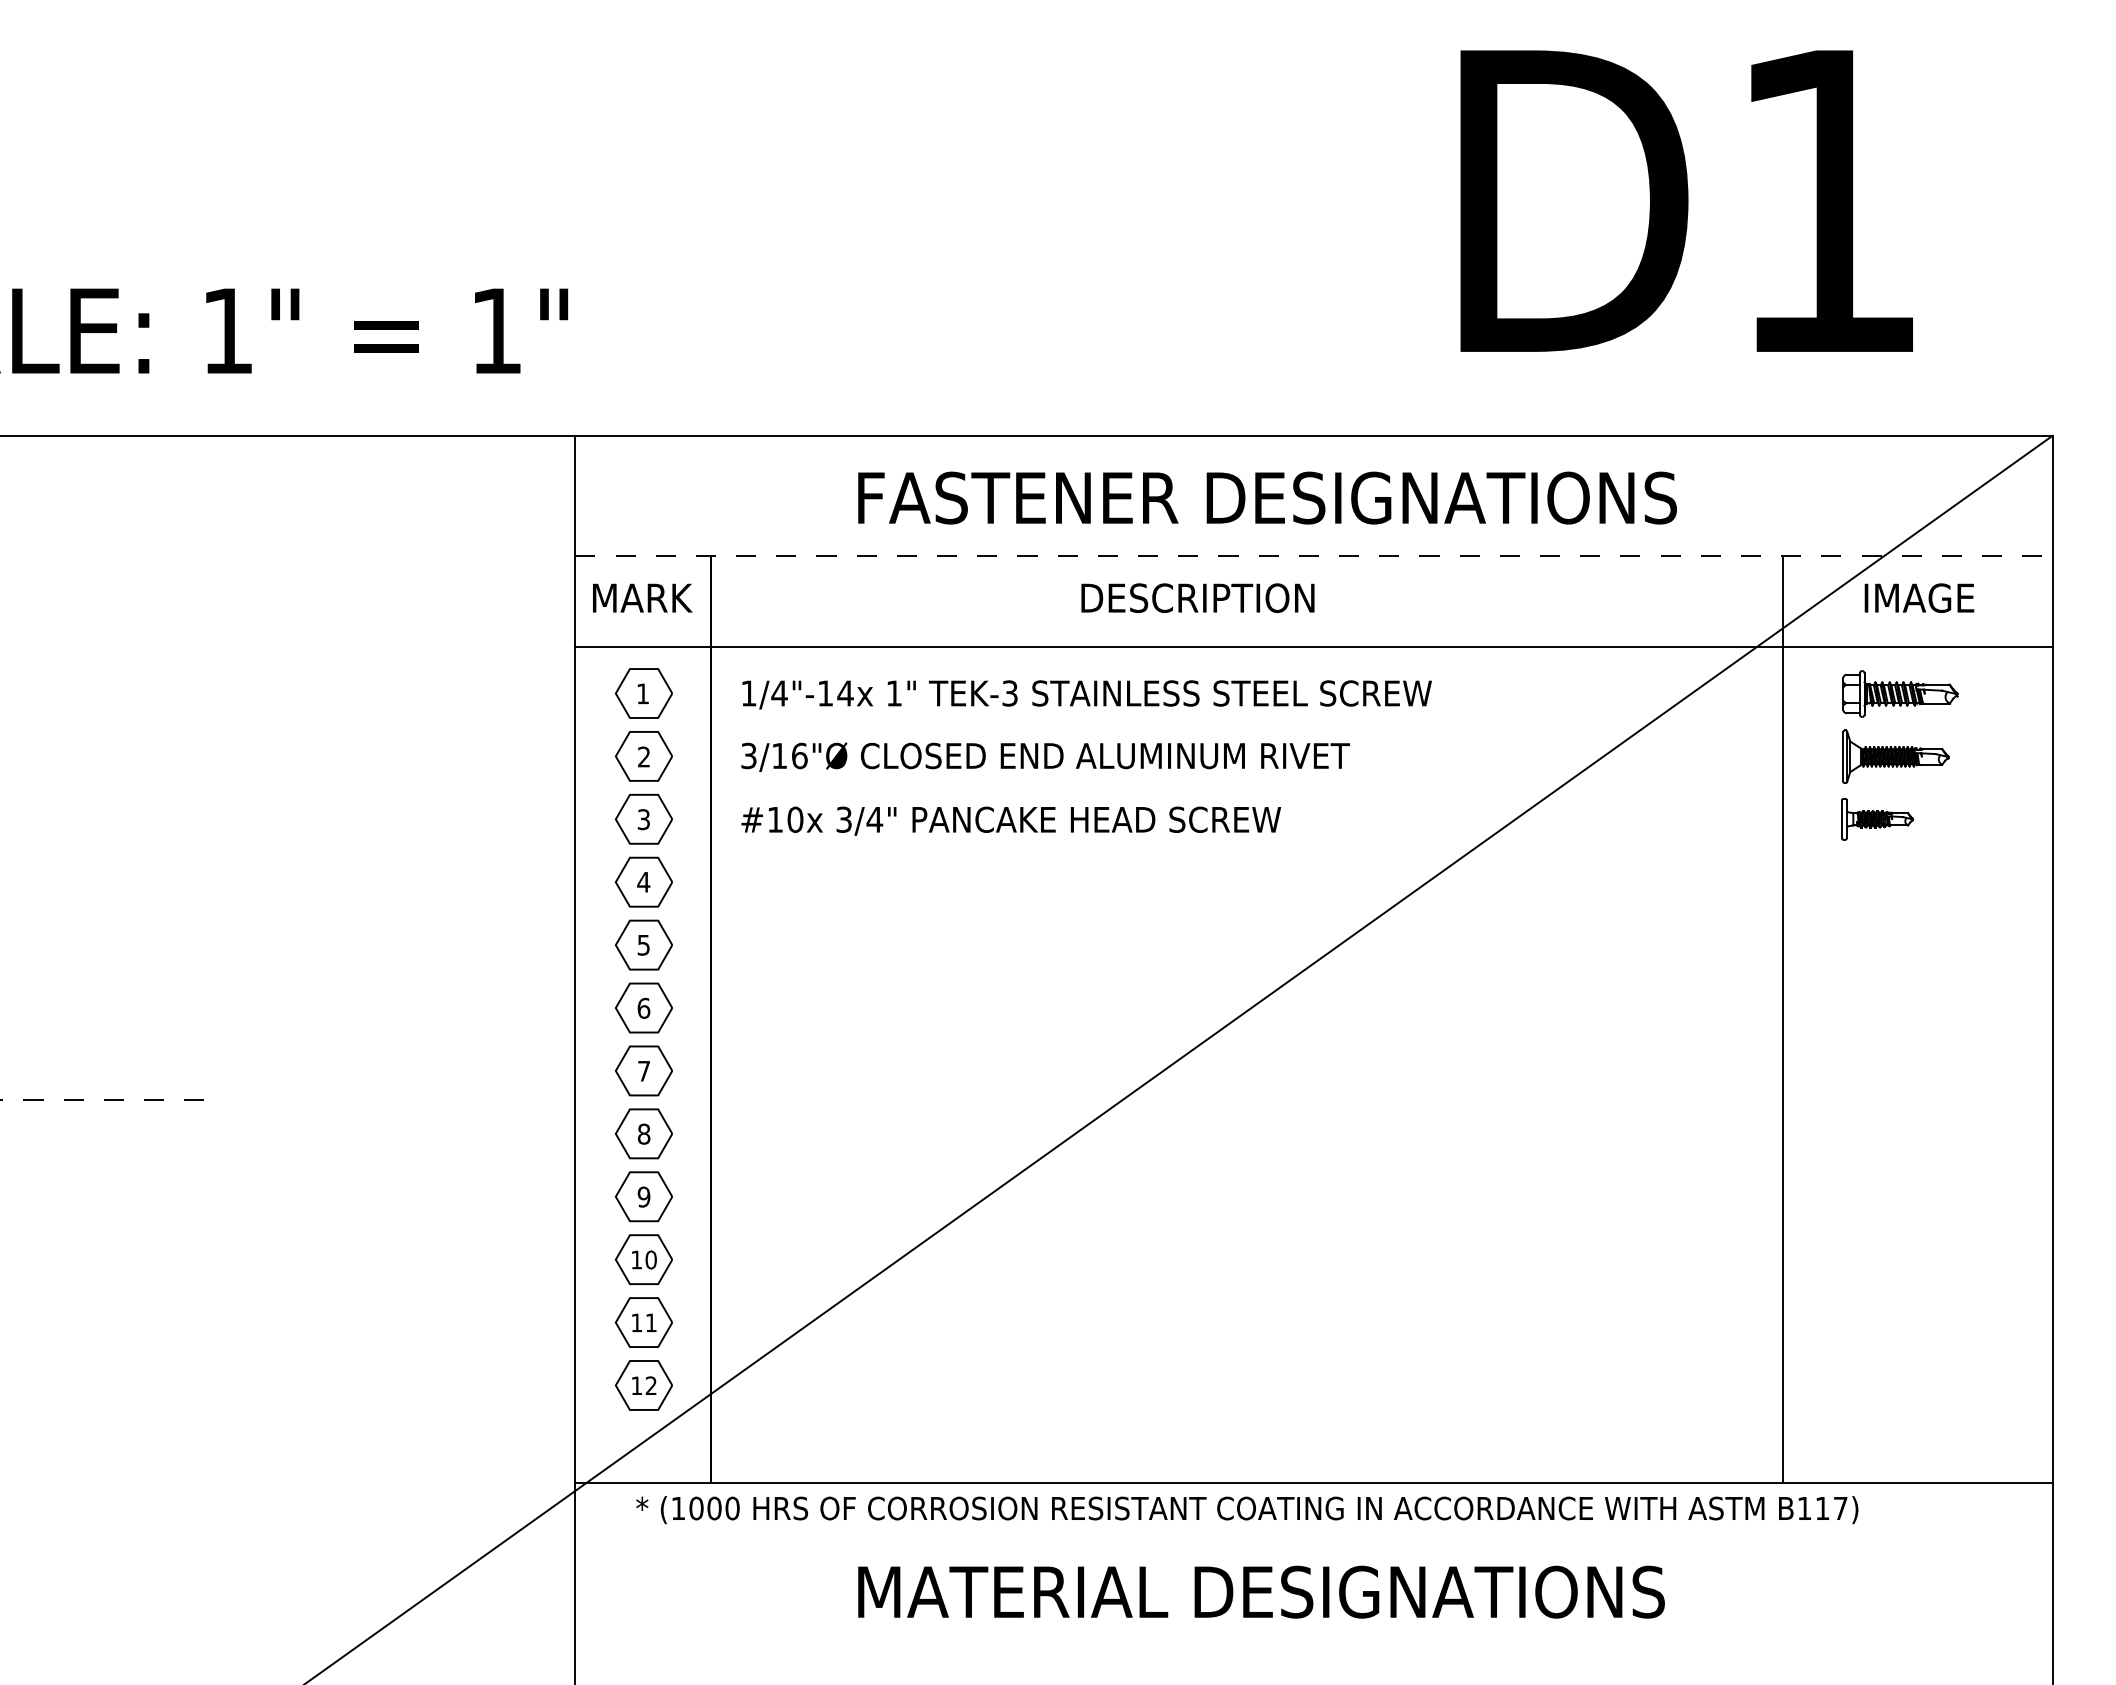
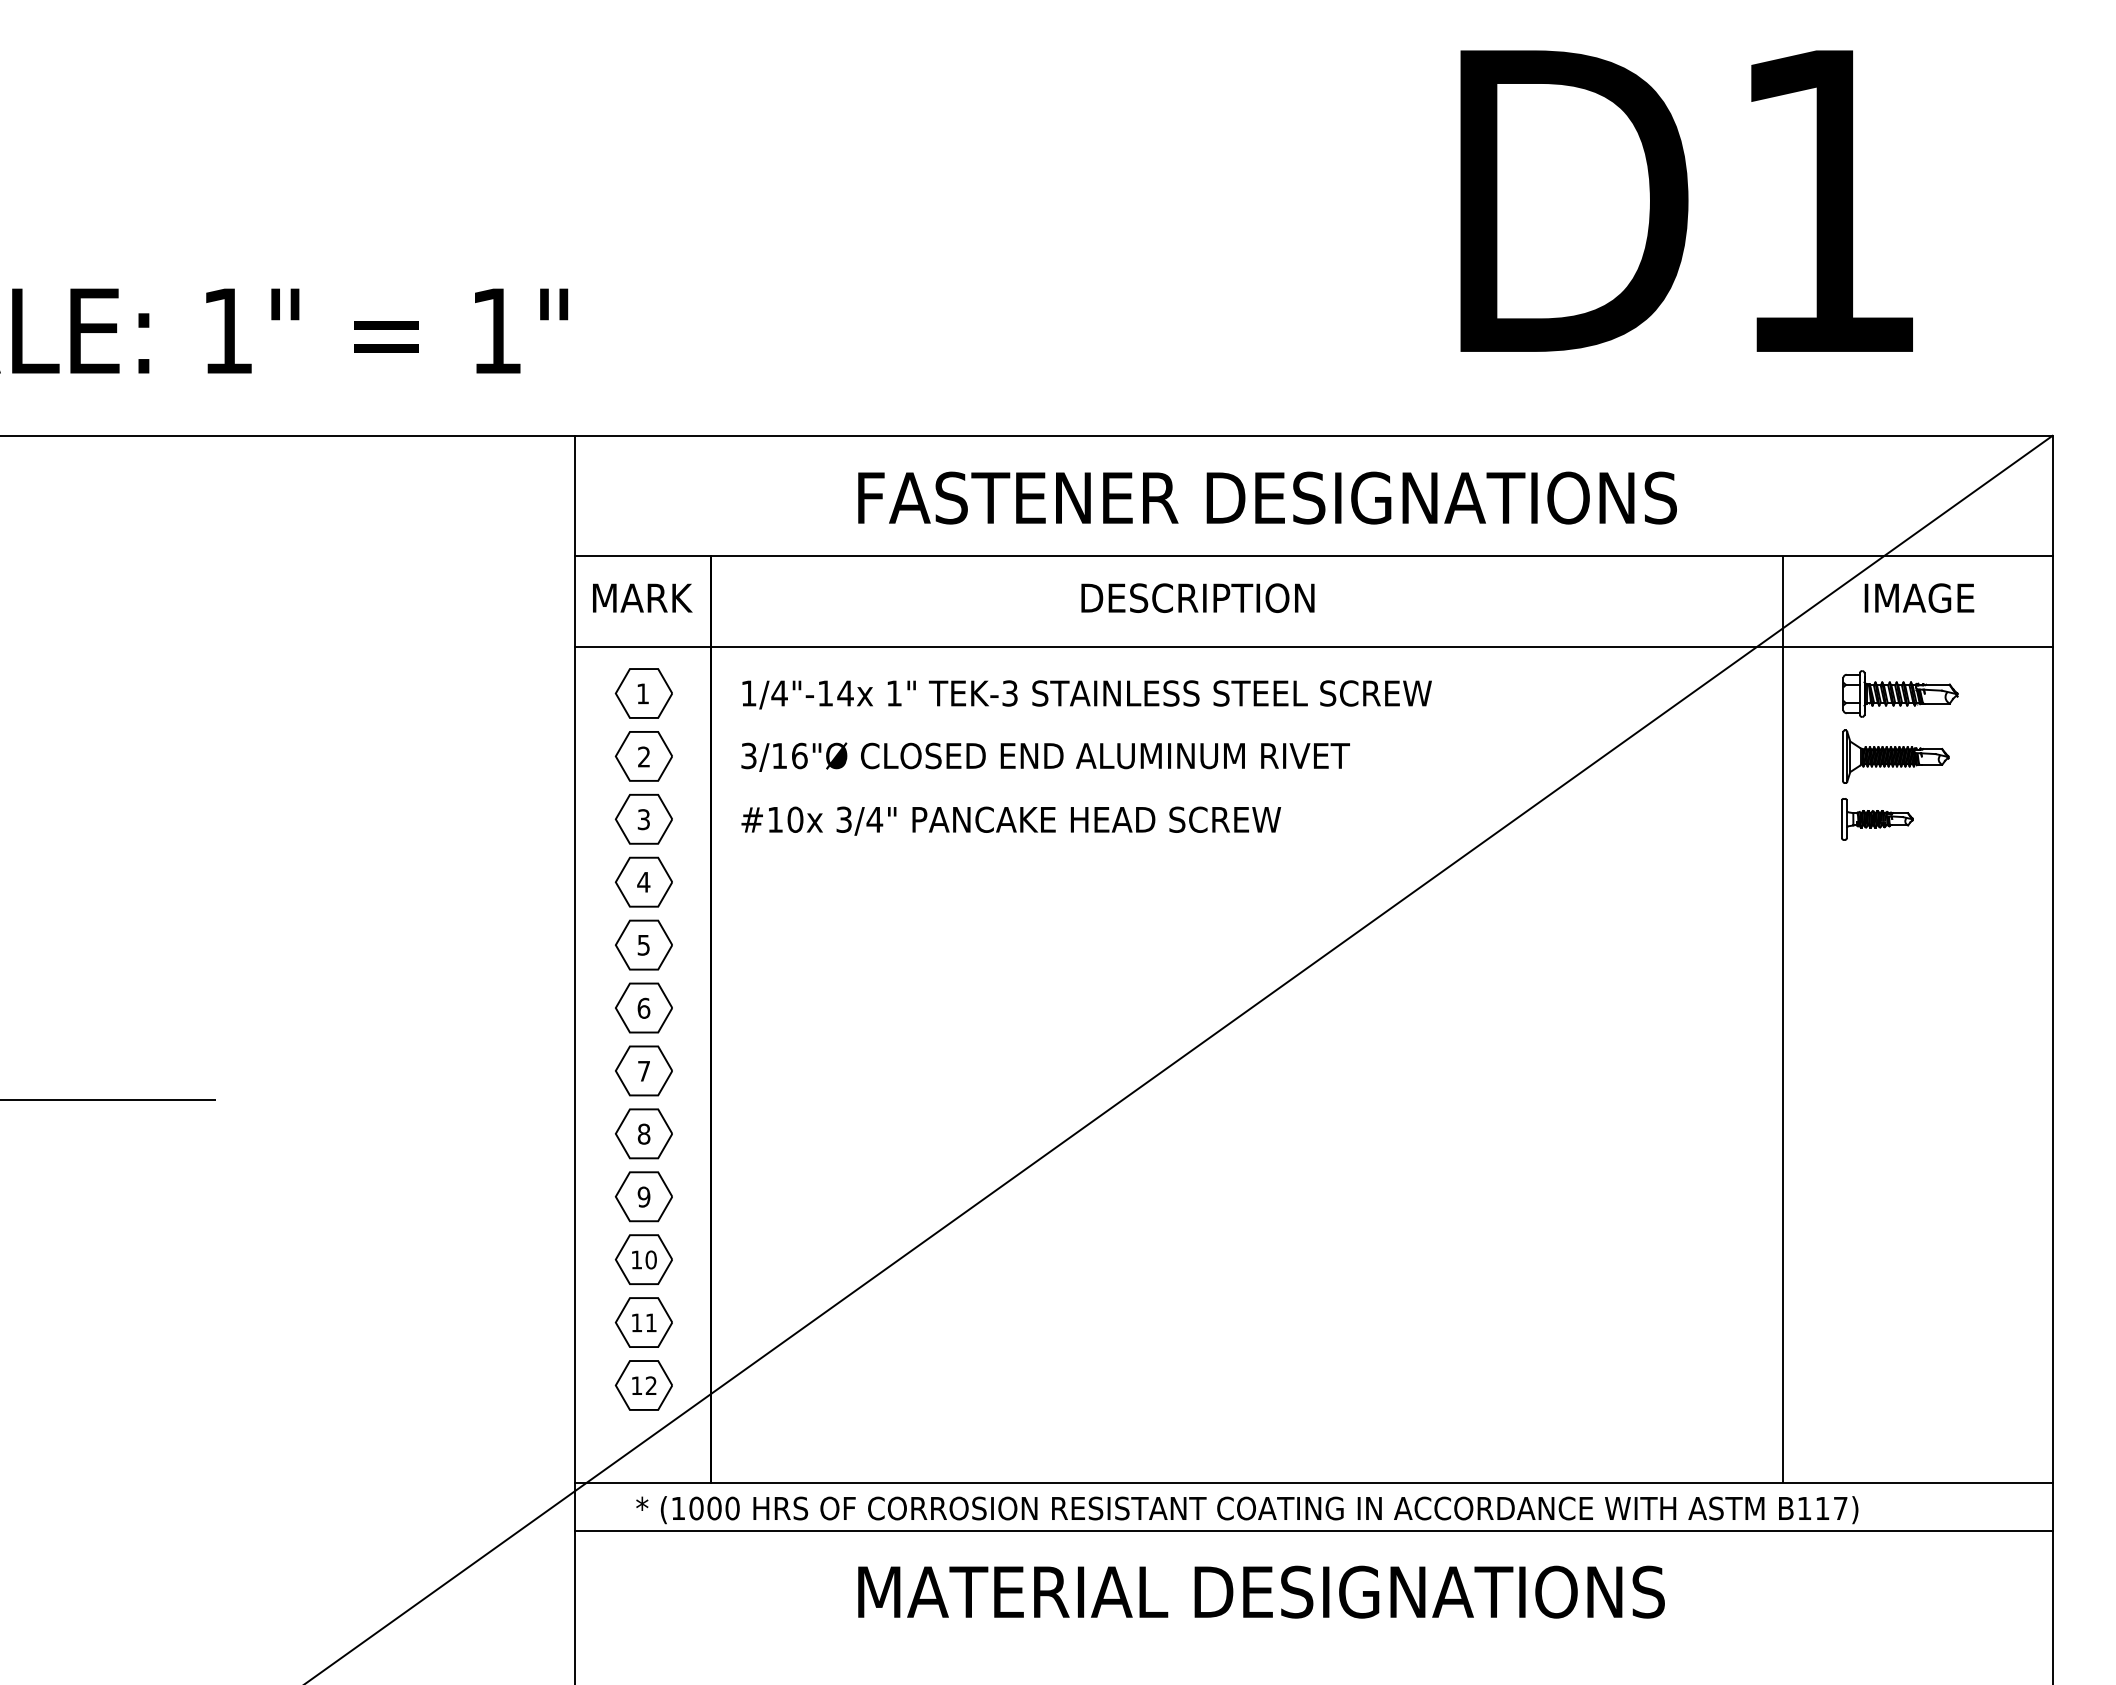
line at (1313, 556): dashed -> solid
line at (108, 1099): dashed -> solid
line at (1313, 1530): none -> present
